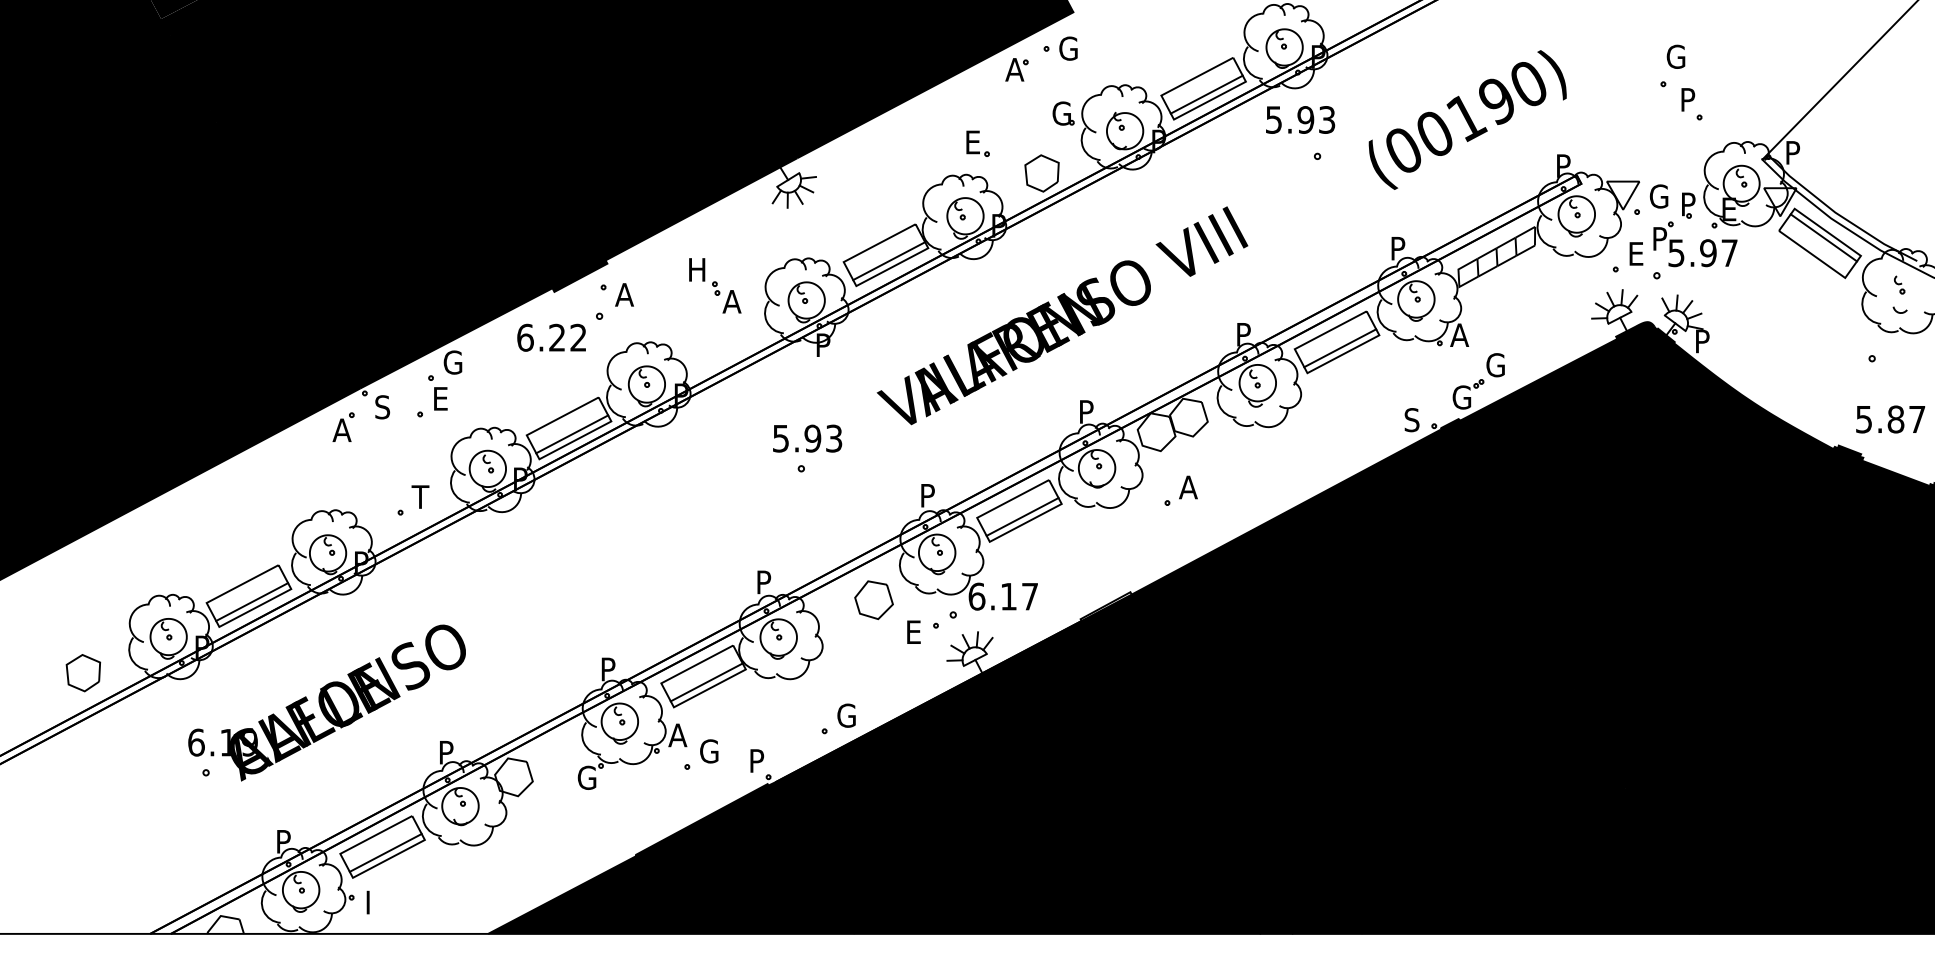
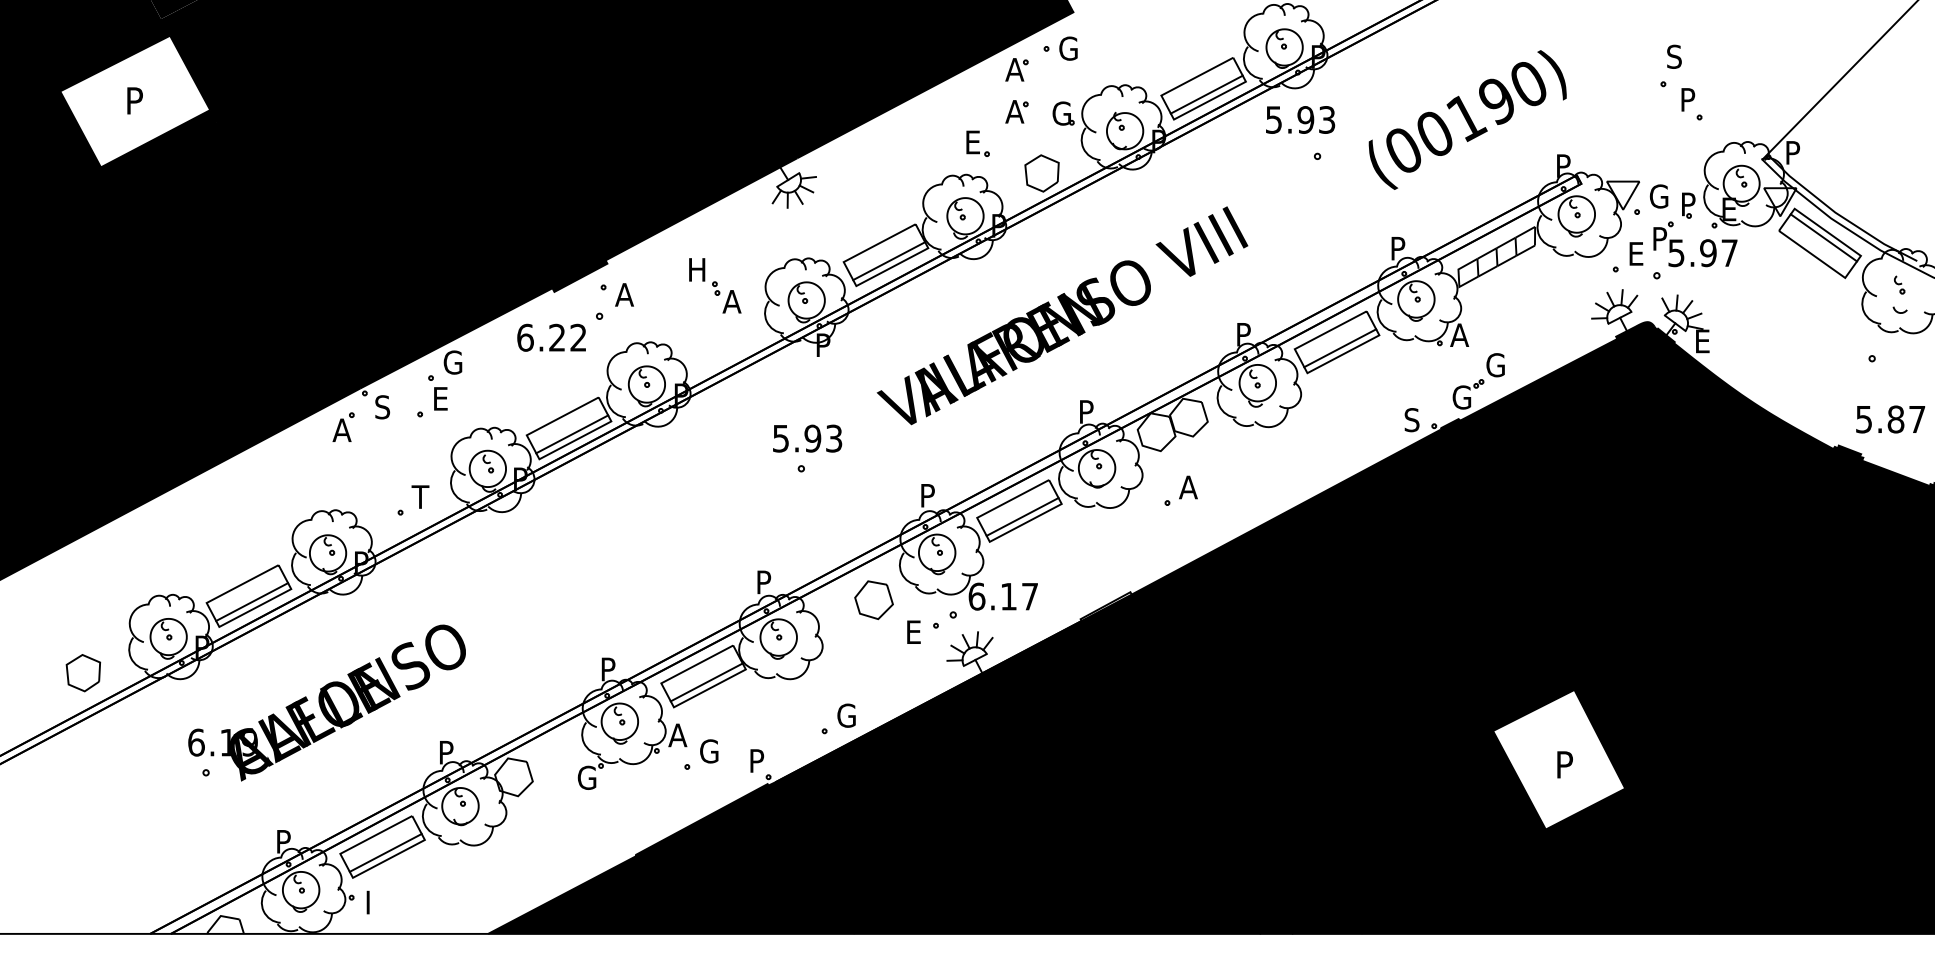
text at (1675, 56): G -> S
fill at (135, 101): present -> none
part at (1016, 111): none -> present
text at (1704, 341): P -> E
fill at (1559, 759): present -> none
